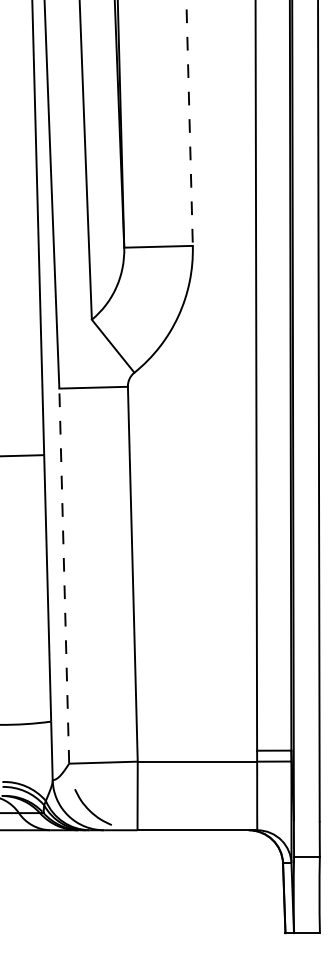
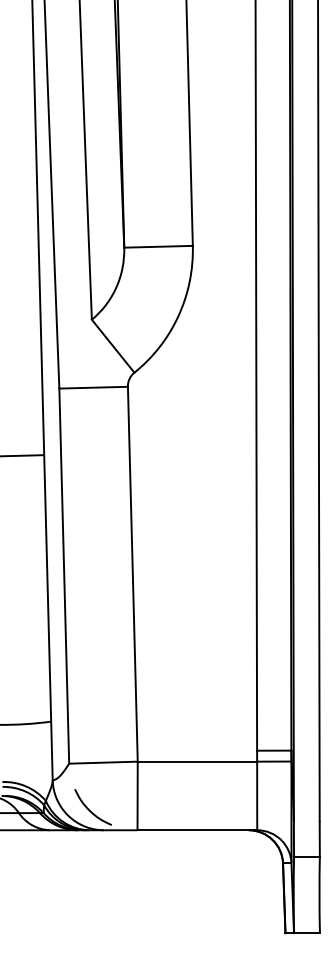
line at (189, 122): dashed -> solid
line at (64, 576): dashed -> solid
